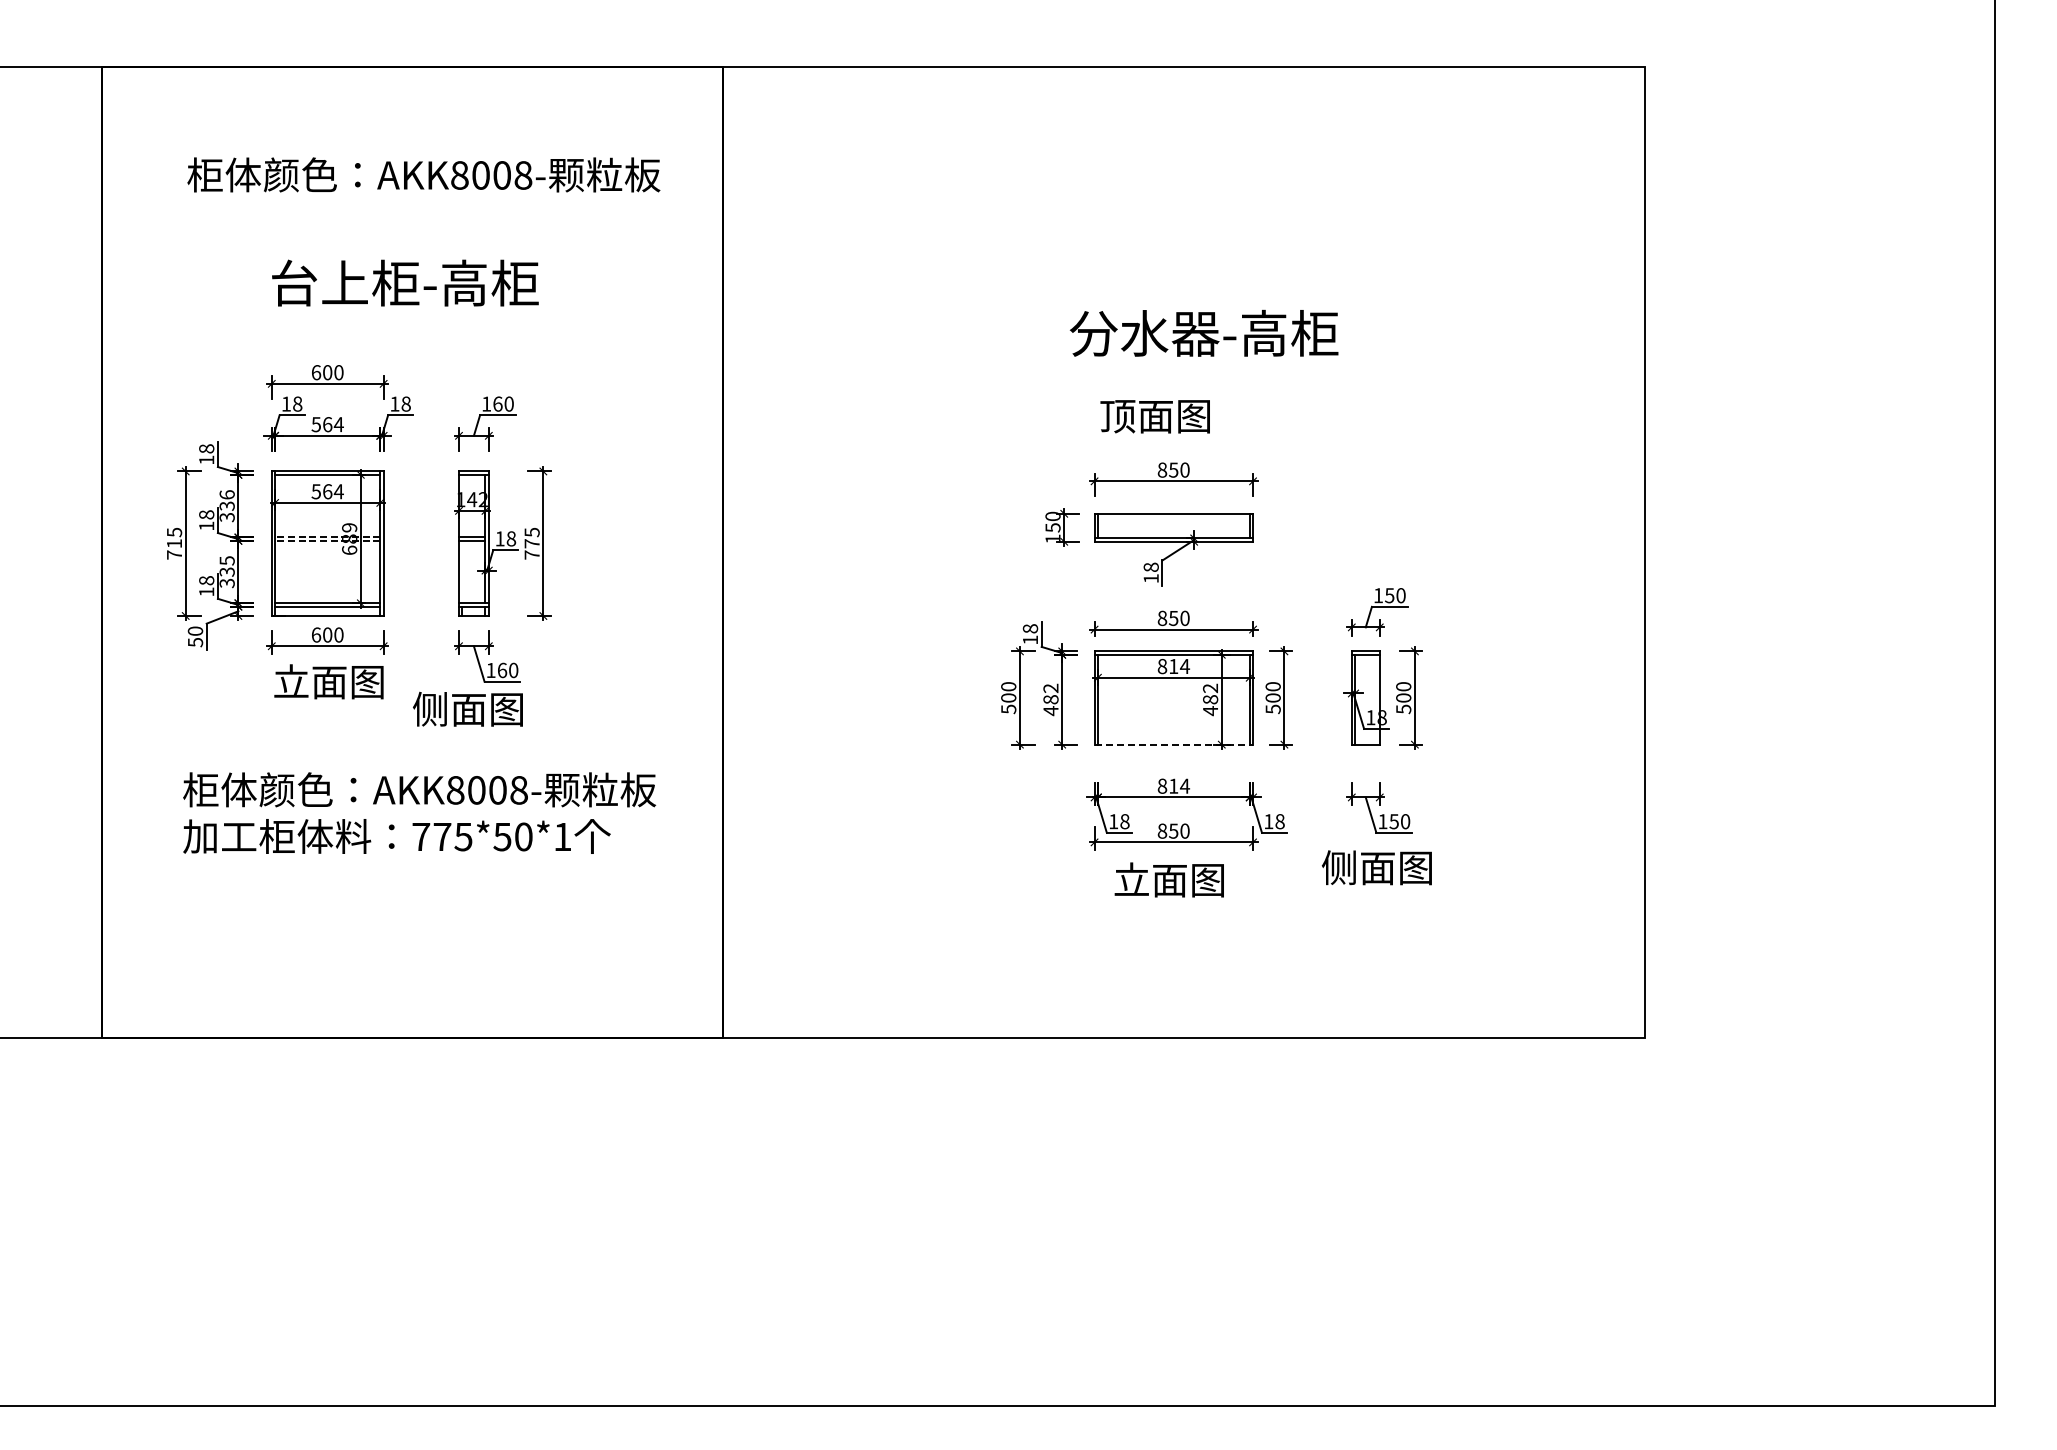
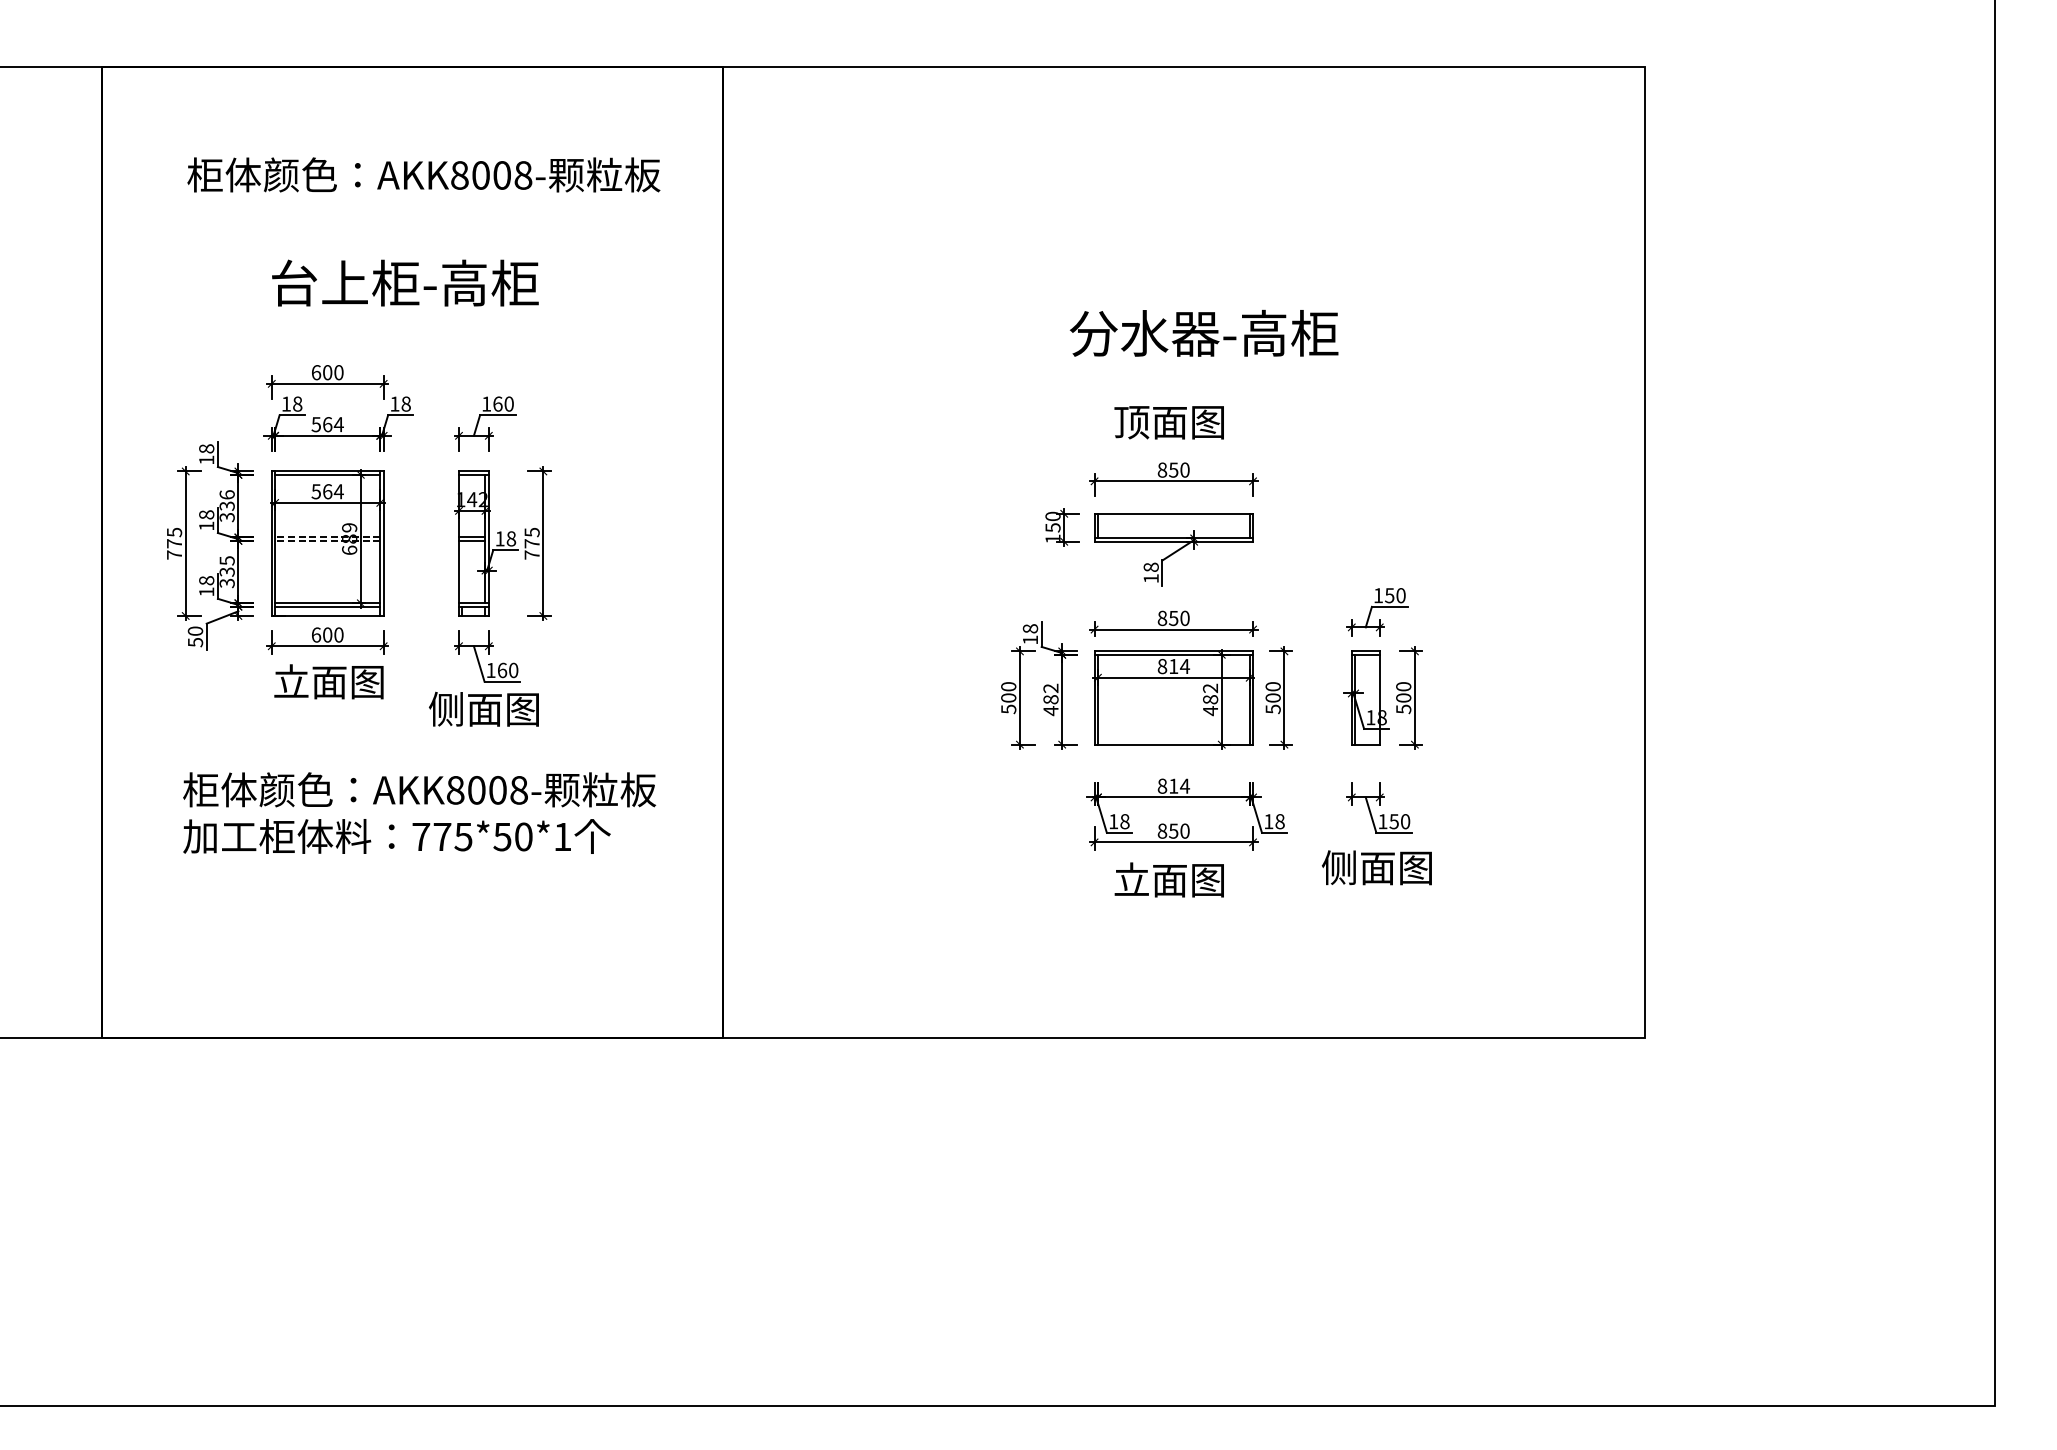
text at (1154, 416) position: (1154, 416) -> (1168, 422)
text at (174, 543): 715 -> 775
text at (467, 708) position: (467, 708) -> (483, 708)
line at (1174, 744): dashed -> solid
